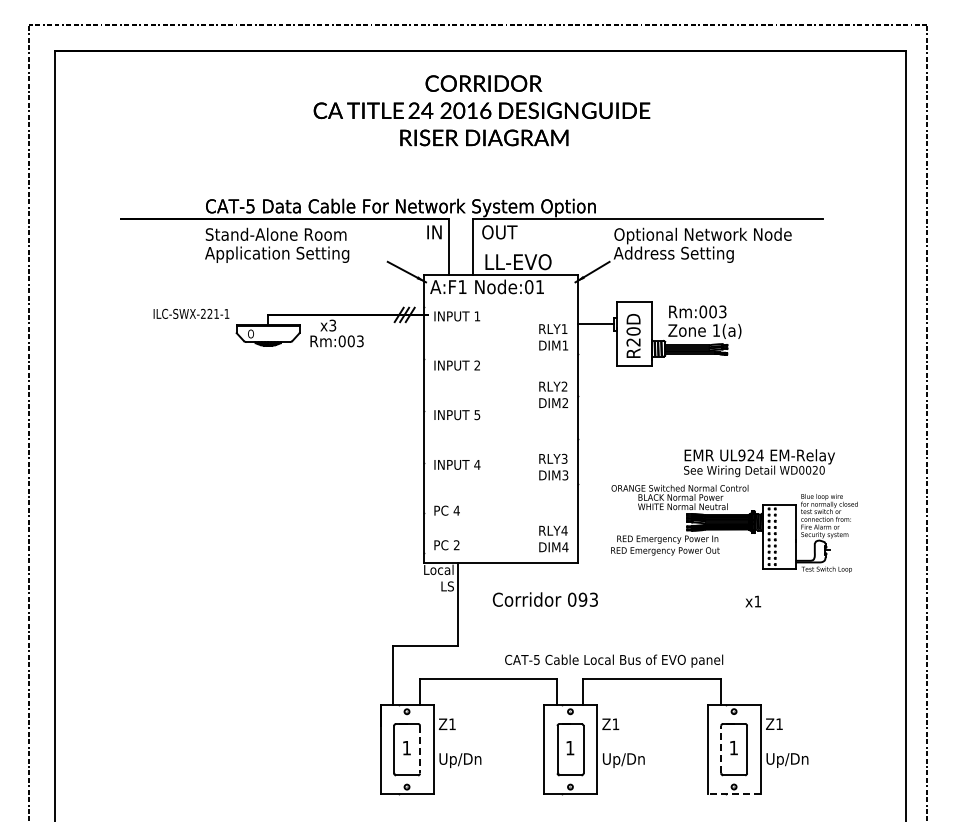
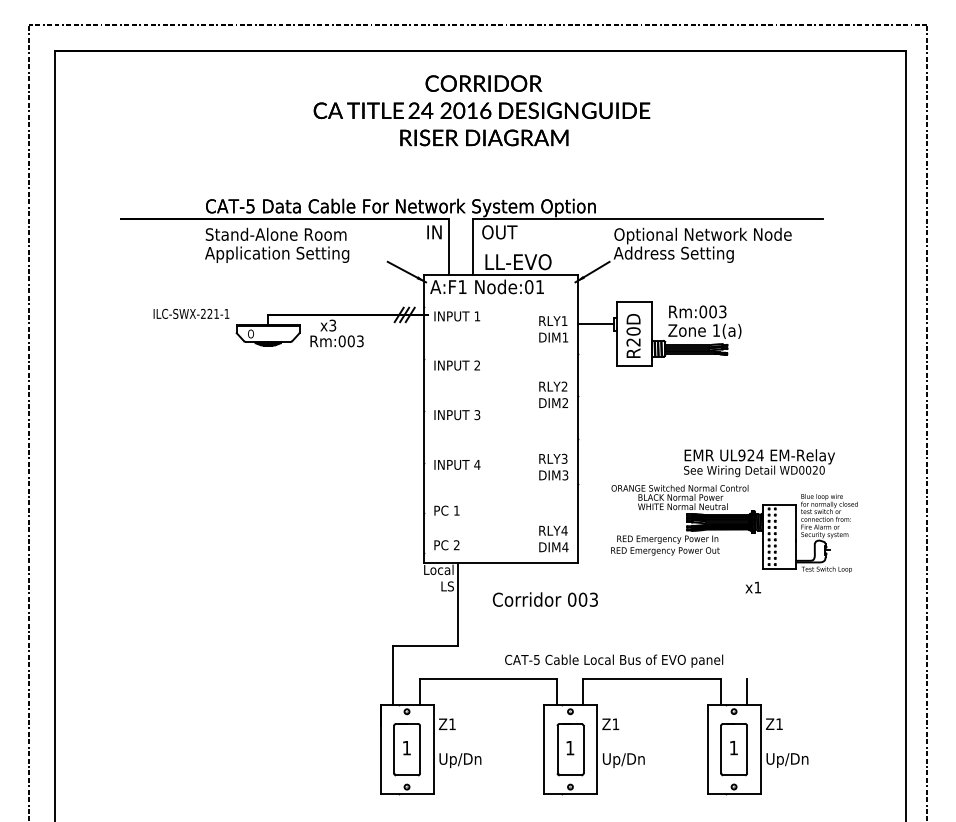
text at (553, 337) position: (553, 337) -> (553, 329)
text at (477, 414): 5 -> 3
text at (456, 510): 4 -> 1
text at (582, 599): 093 -> 003
text at (753, 601) position: (753, 601) -> (753, 587)
line at (746, 691): none -> present
line at (420, 749): dashed -> solid
line at (721, 749): dashed -> solid
line at (734, 794): dashed -> solid
